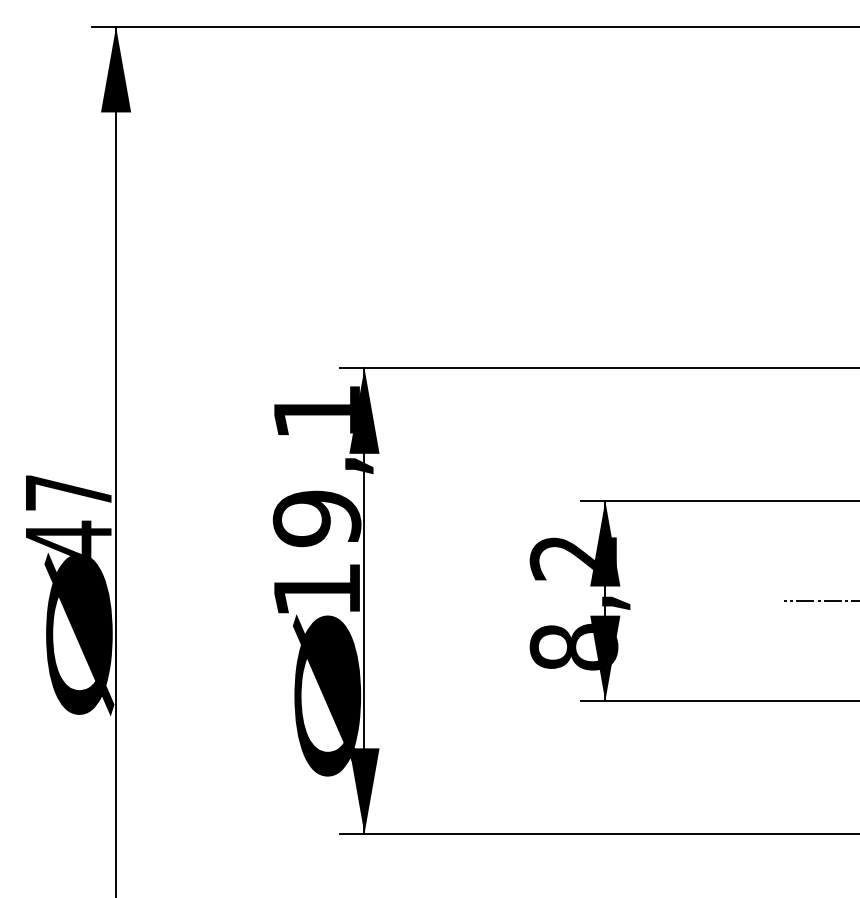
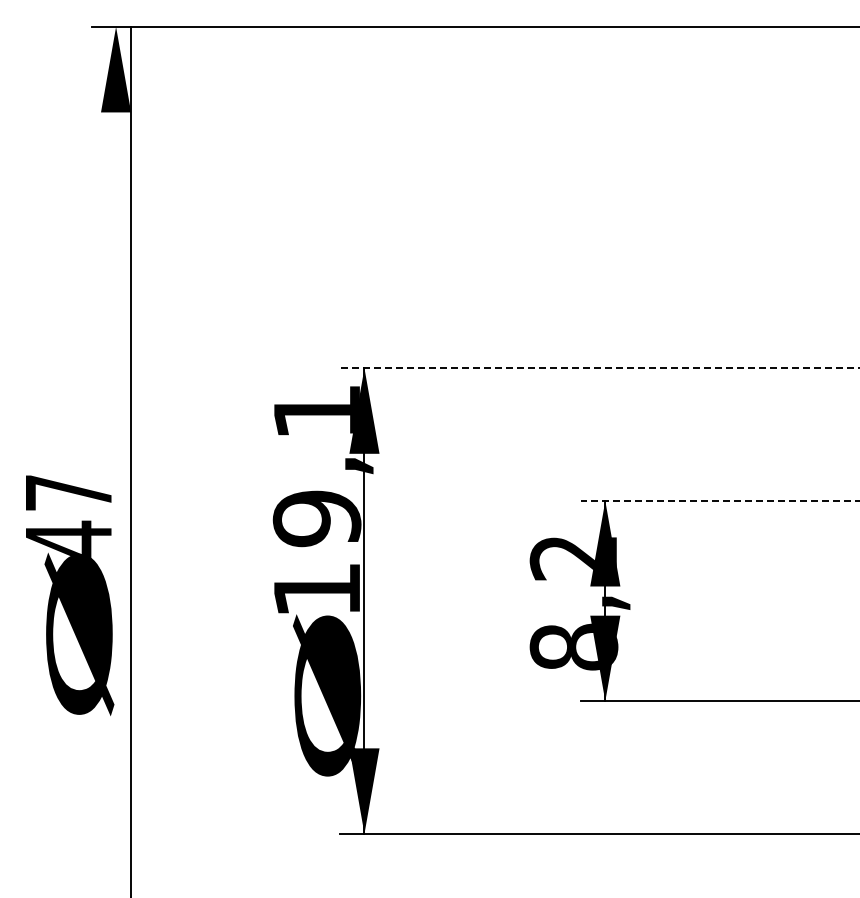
line at (599, 368): solid -> dashed
line at (116, 460) position: (116, 460) -> (131, 460)
line at (719, 500): solid -> dashed
line at (819, 601): present -> none
